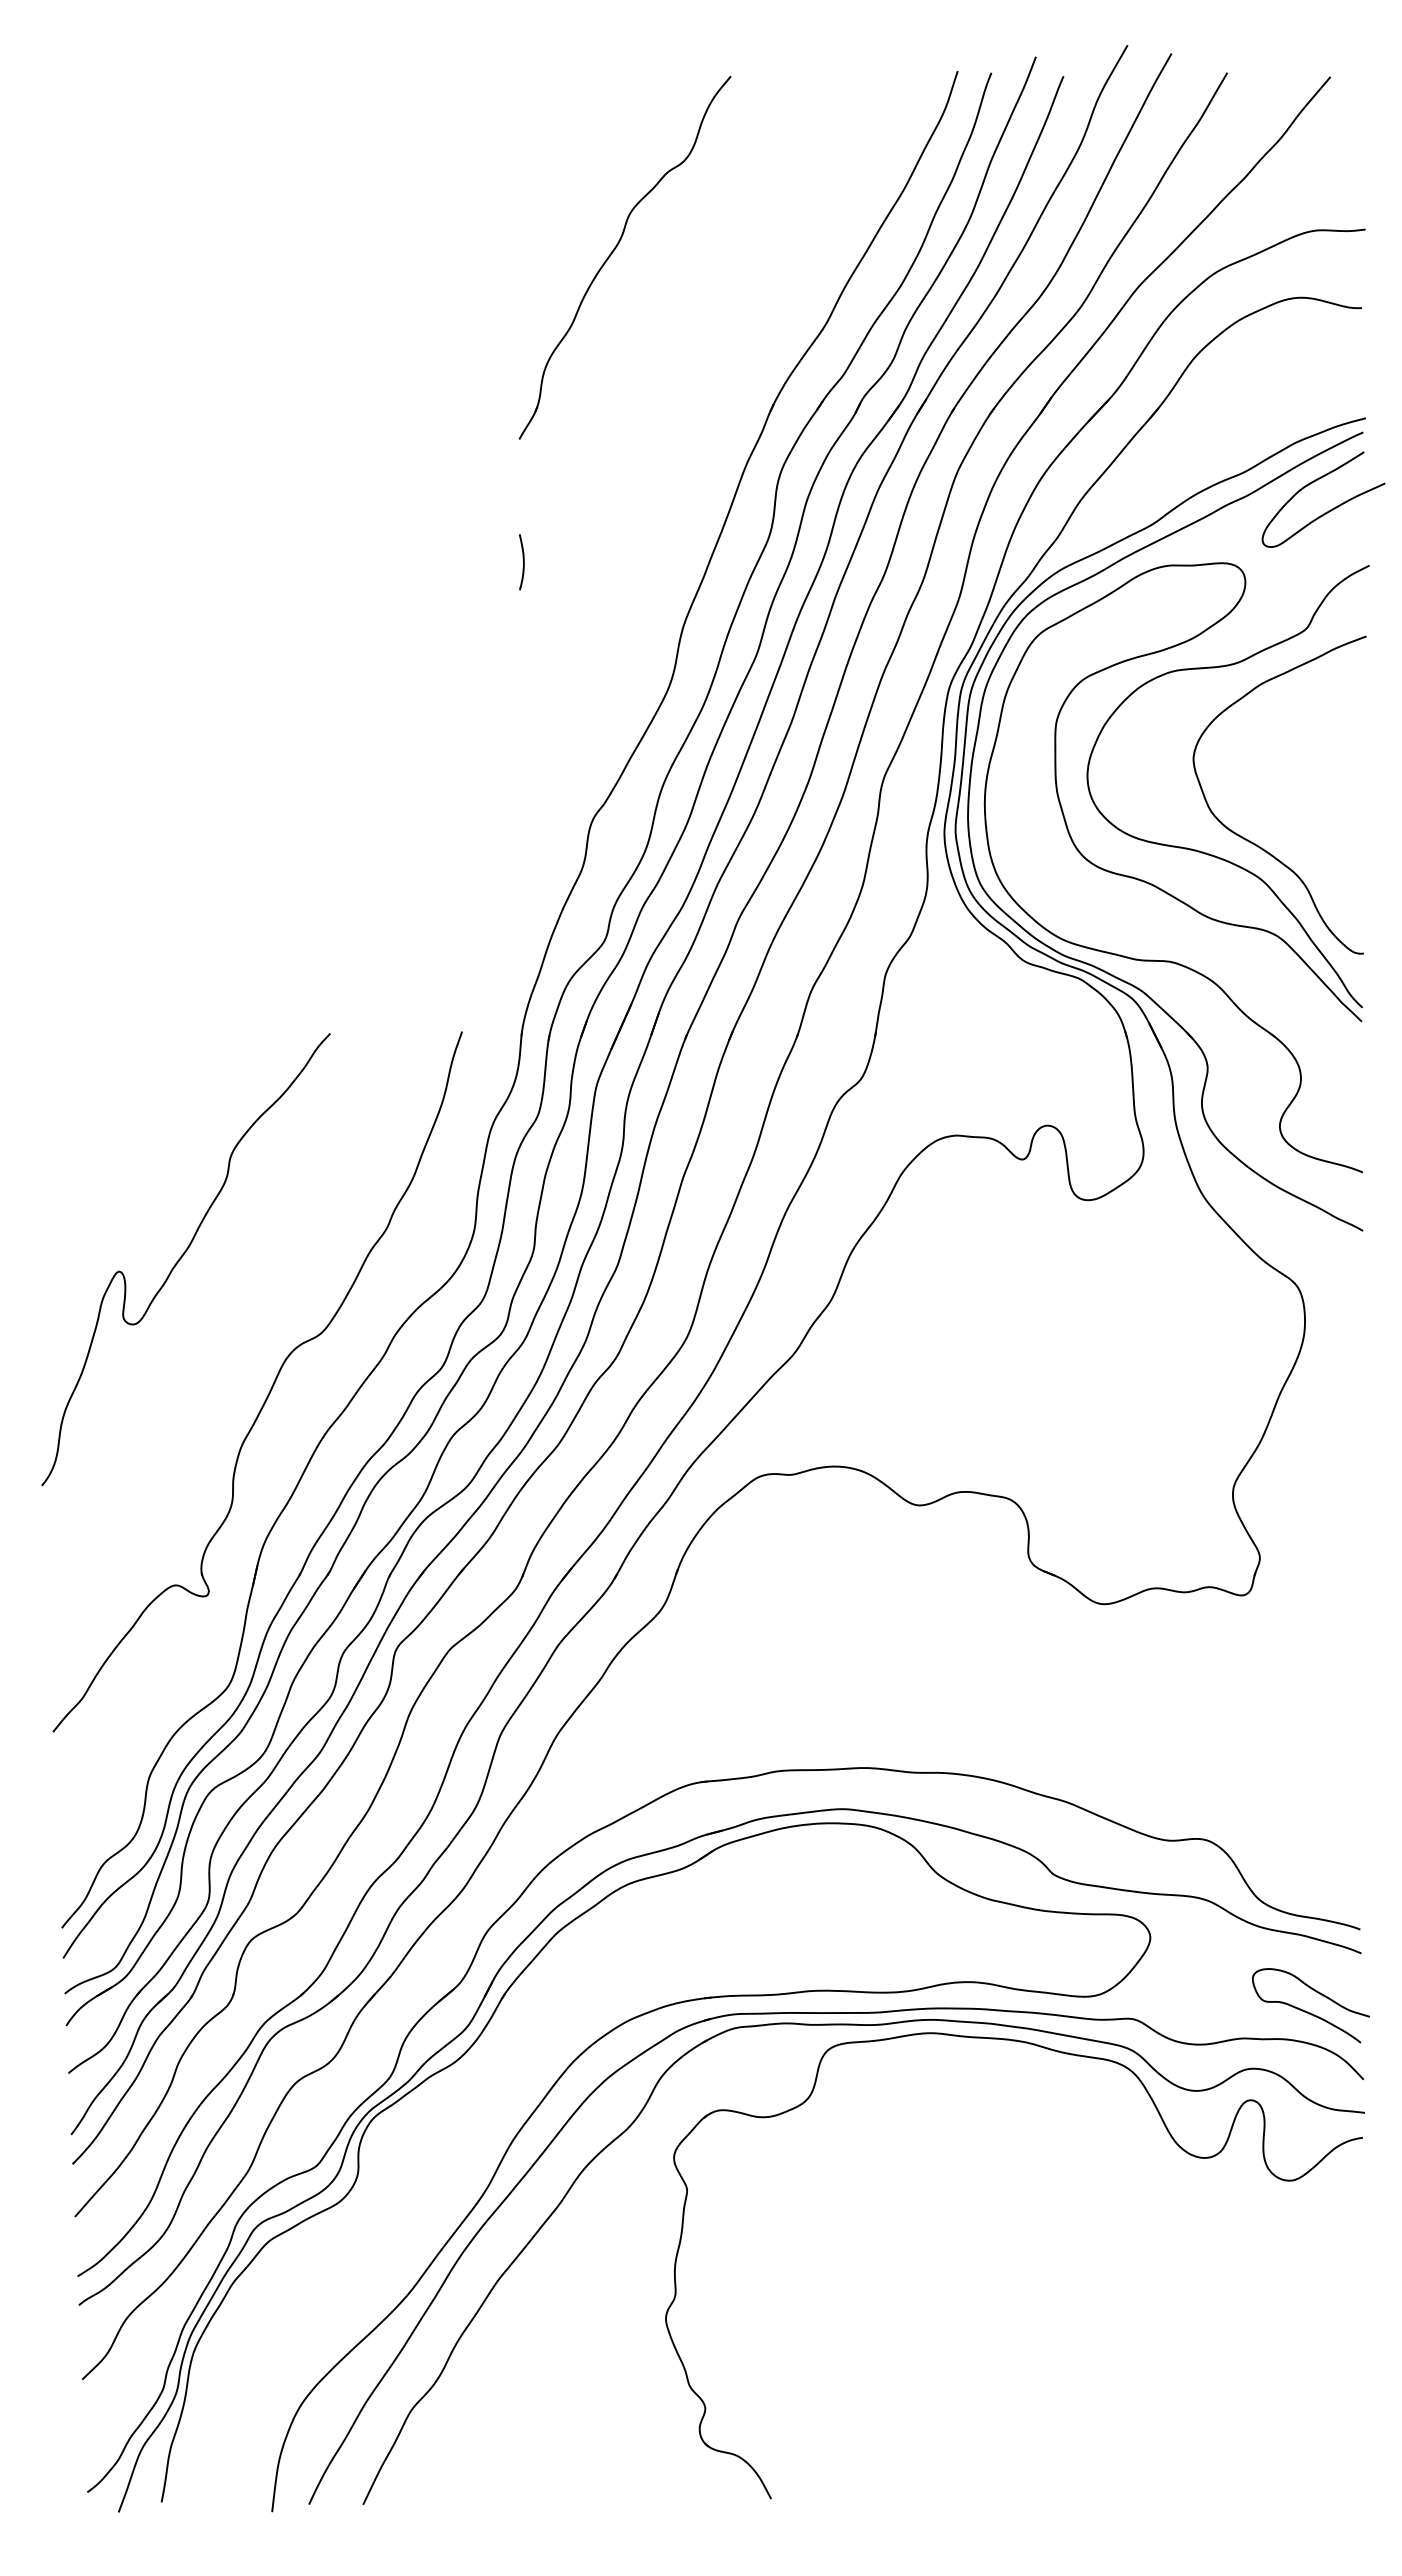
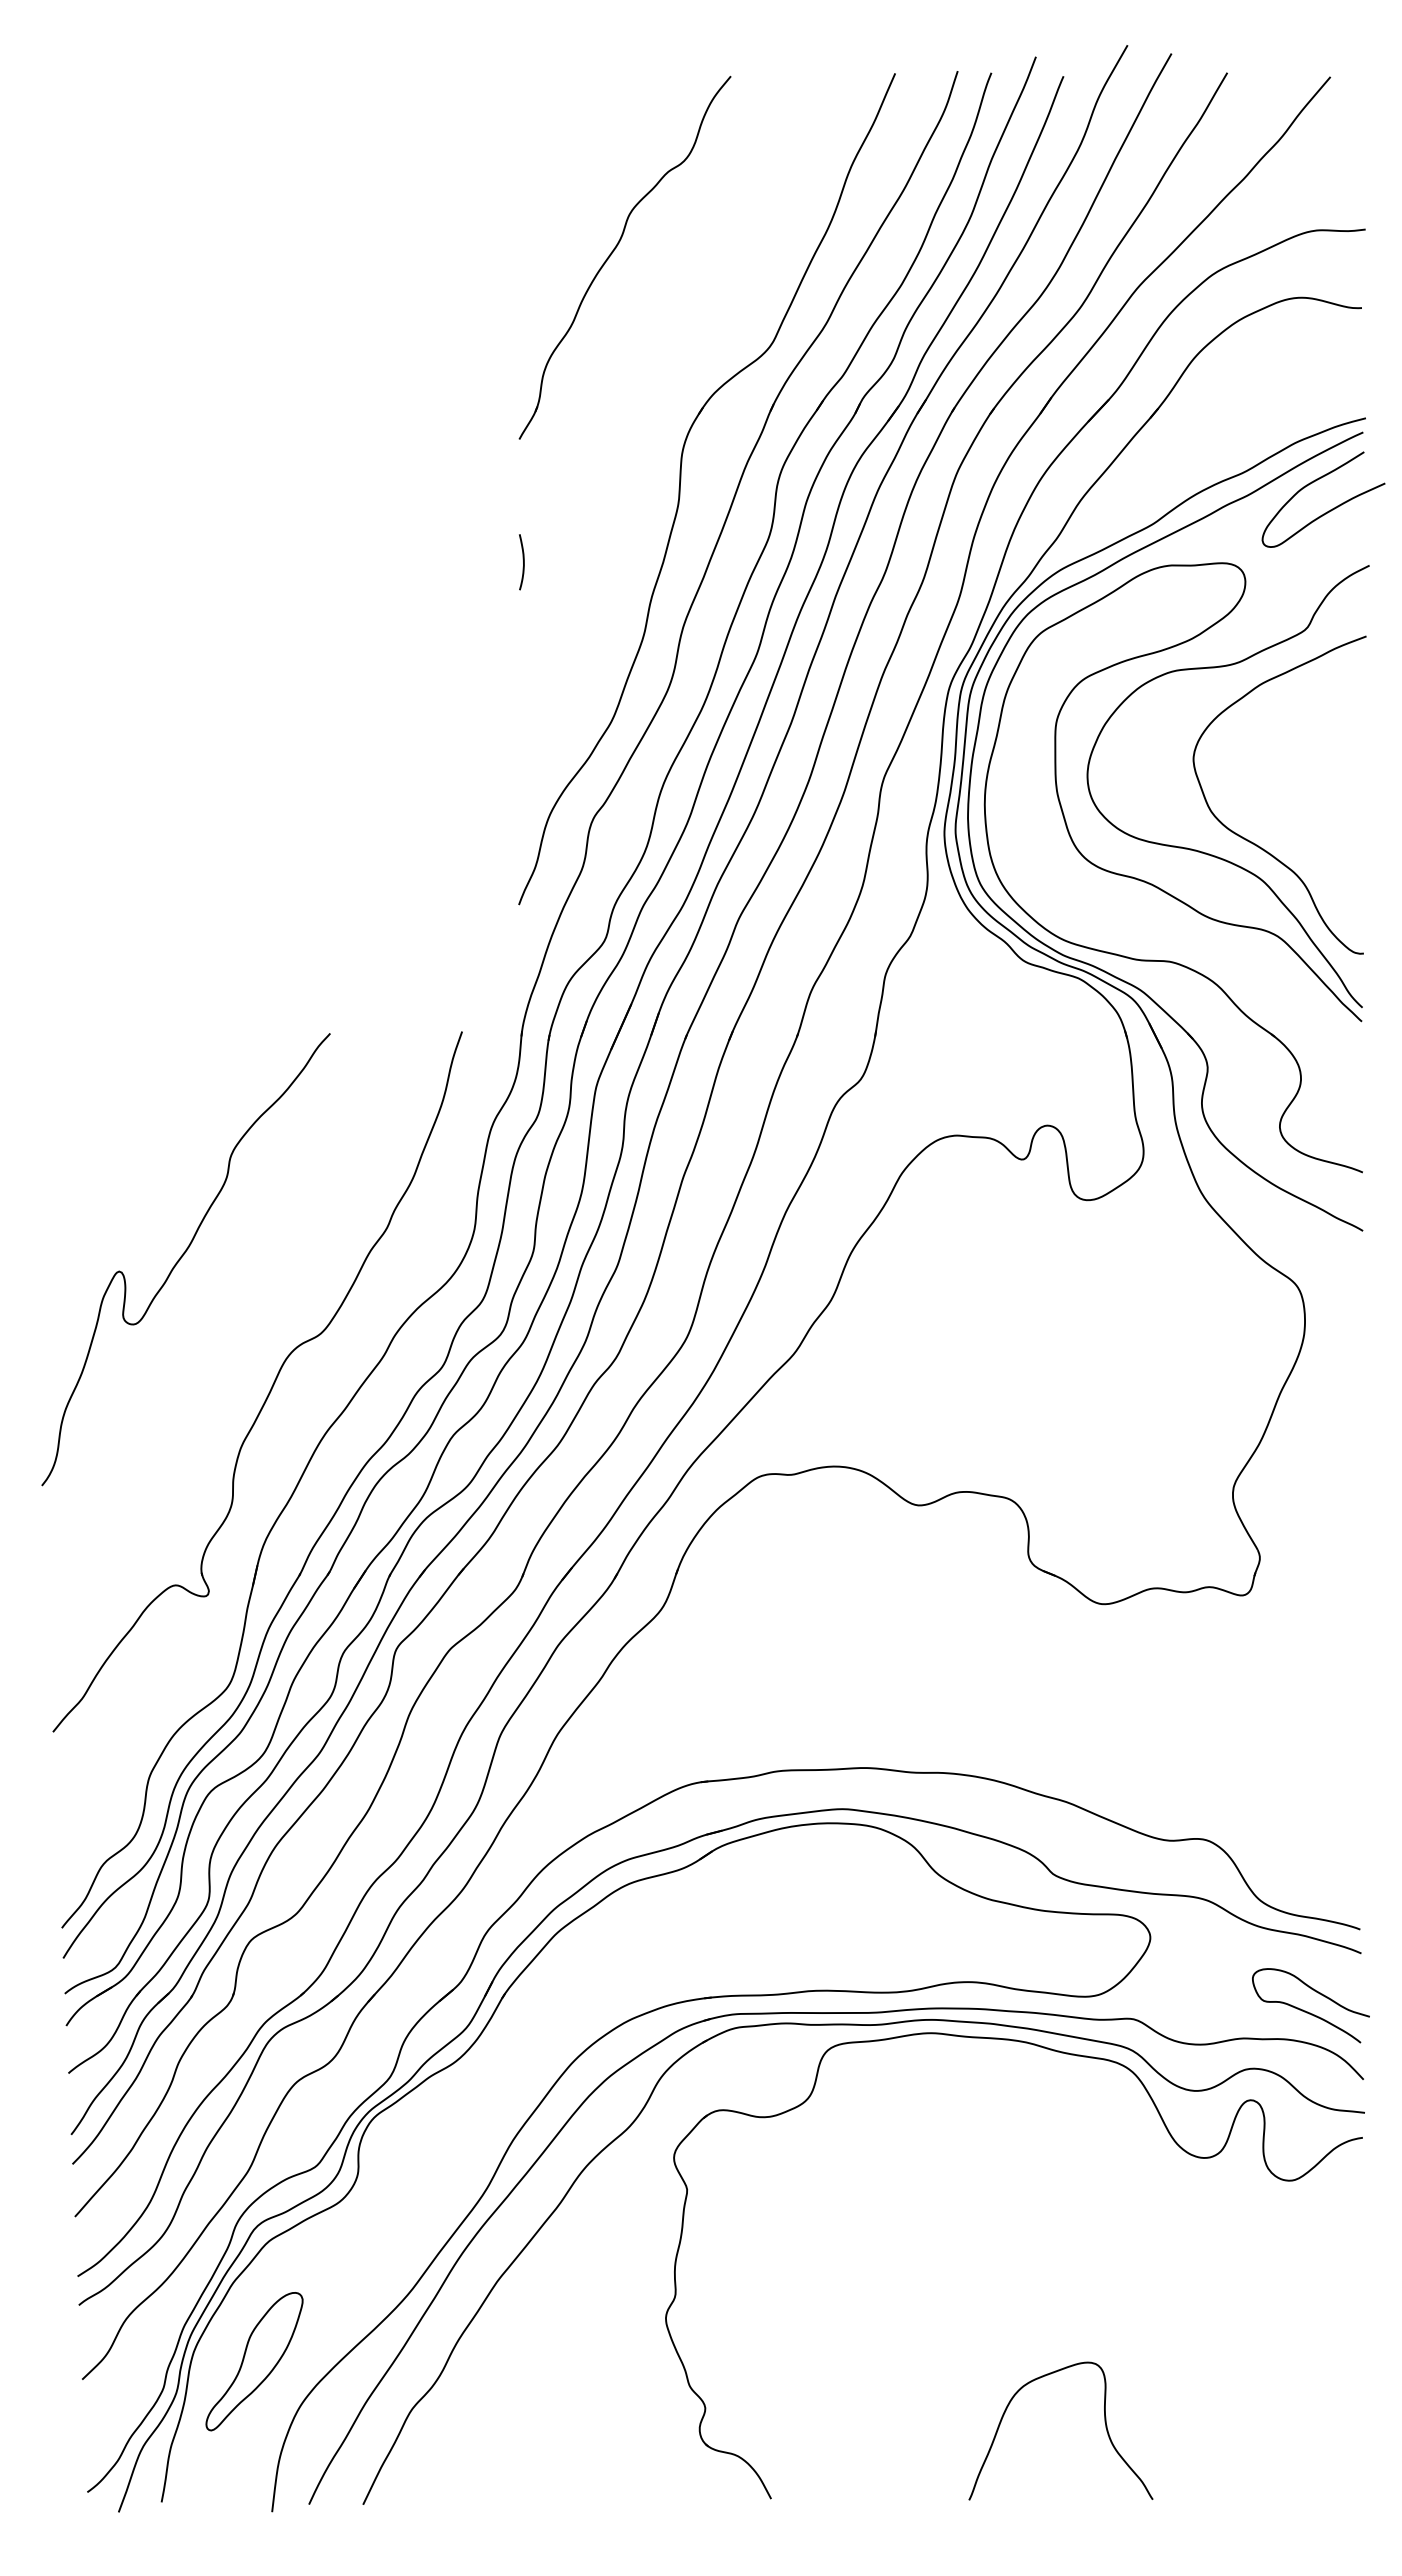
part at (680, 489): none -> present
part at (254, 2361): none -> present
curve at (1104, 2422): none -> present
